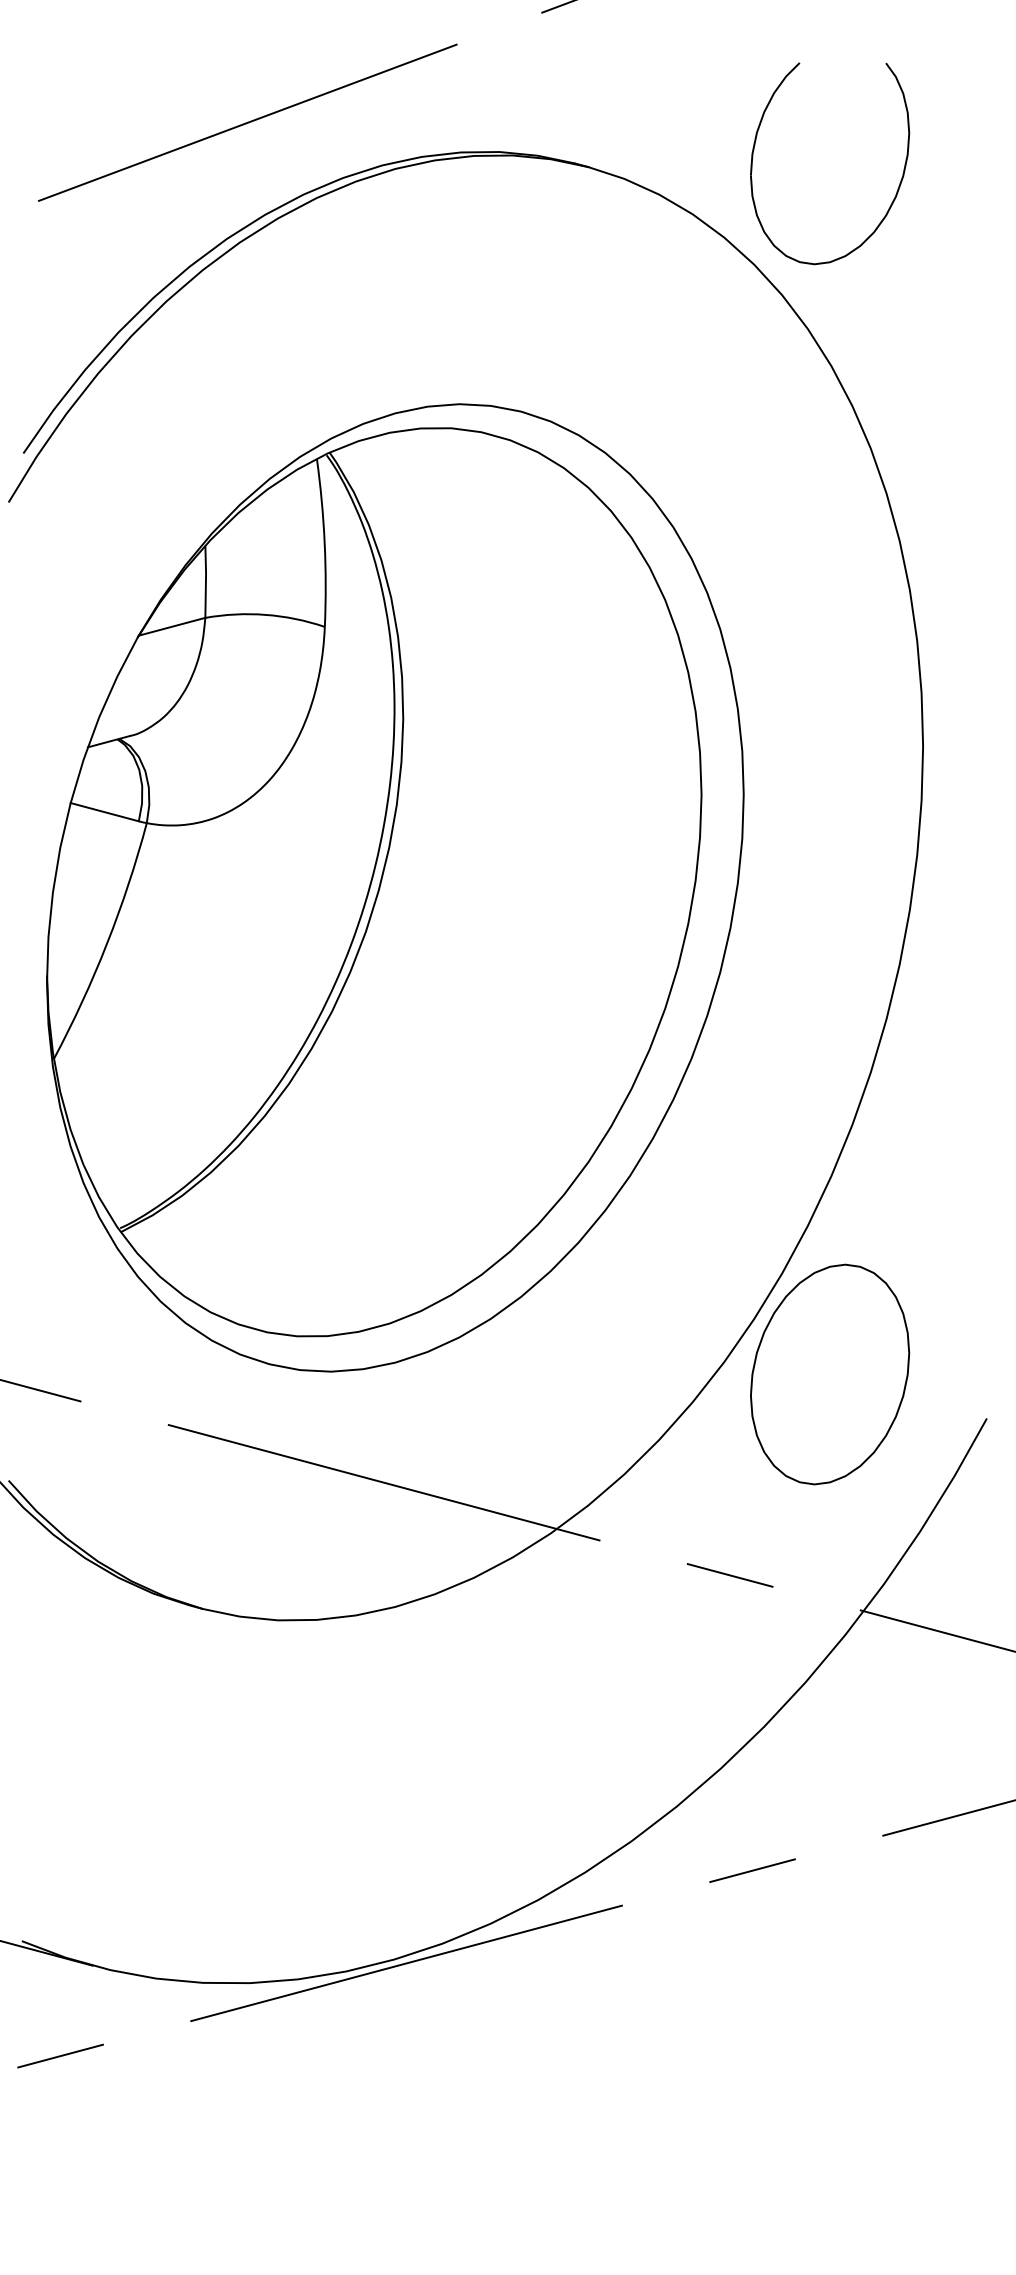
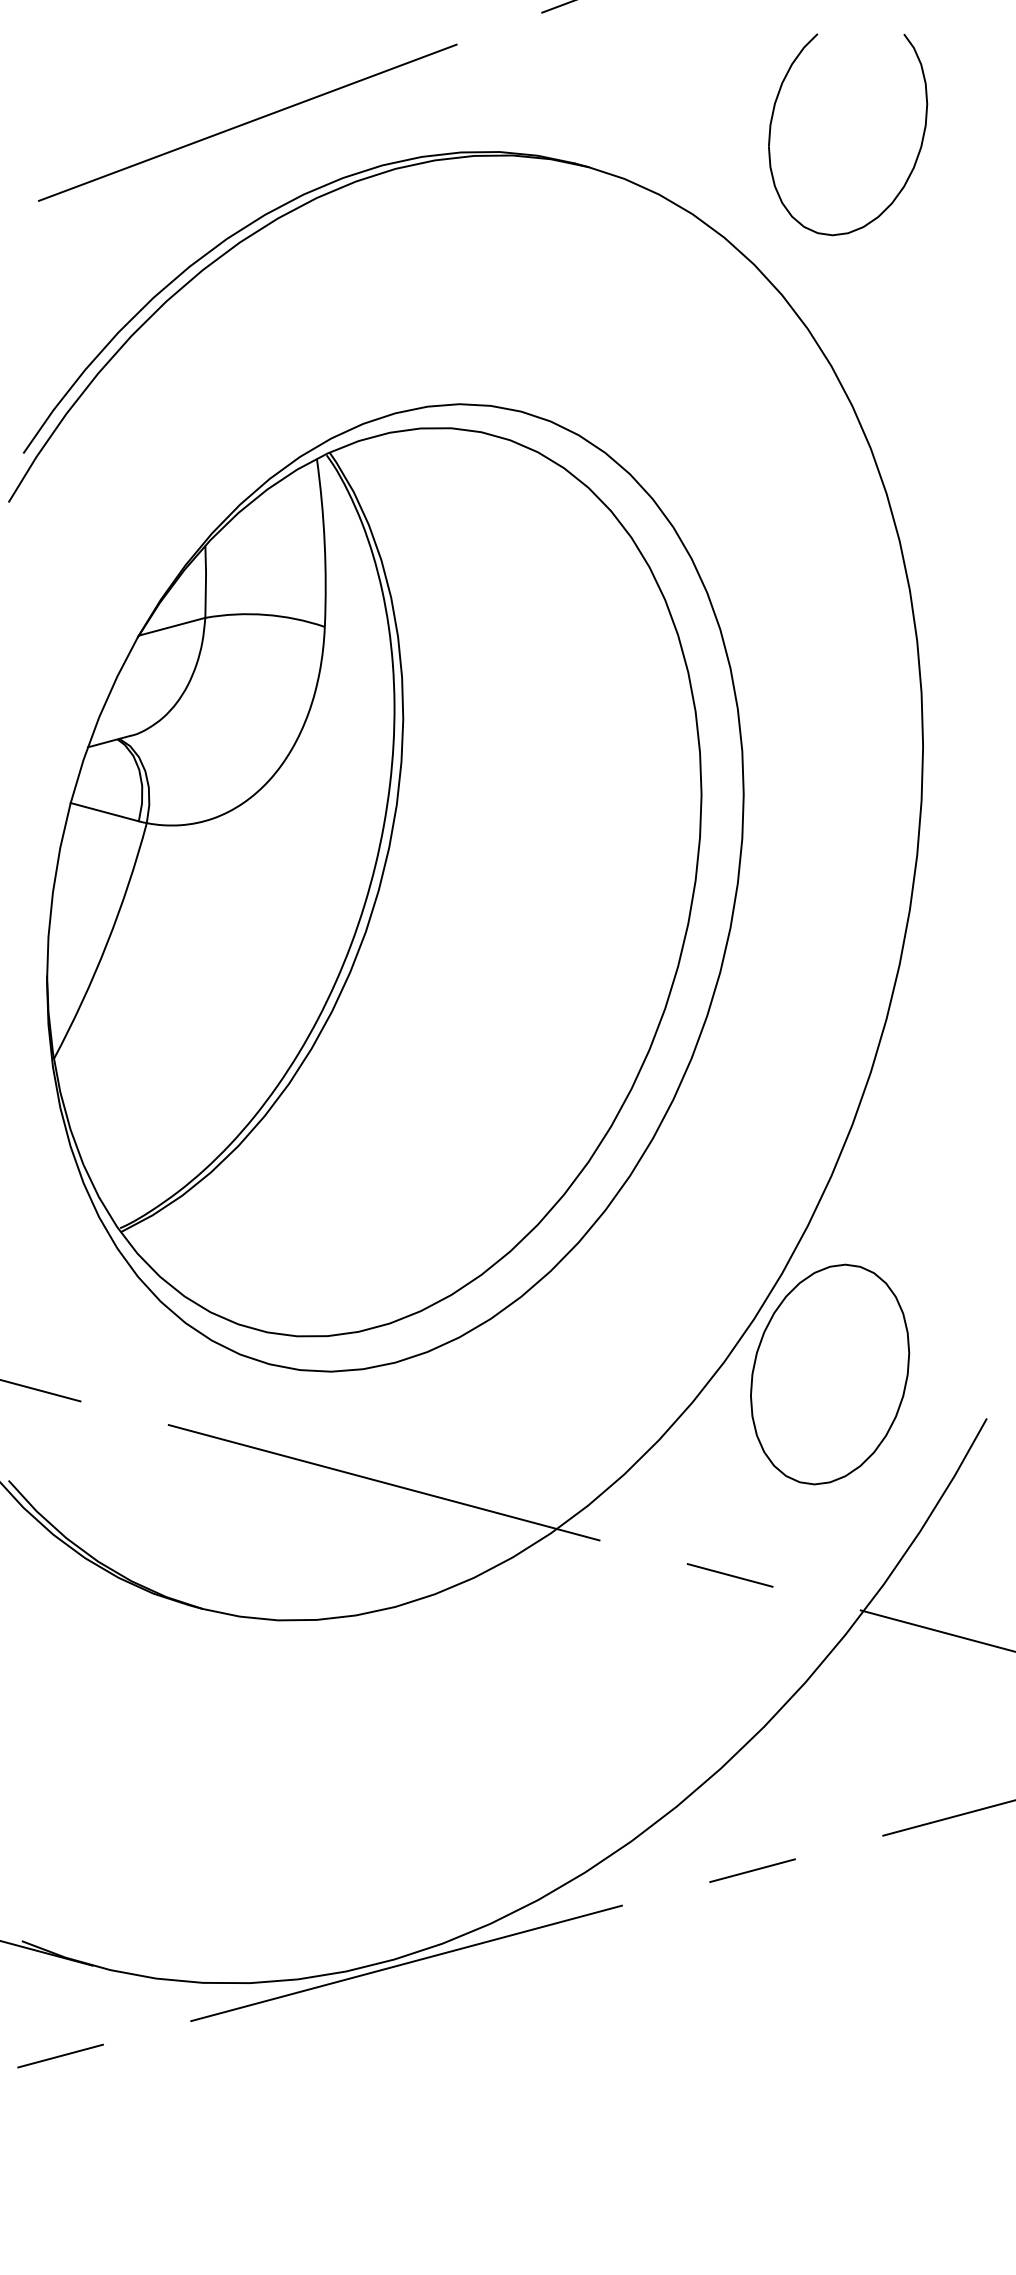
part at (898, 185) position: (898, 185) -> (916, 156)
